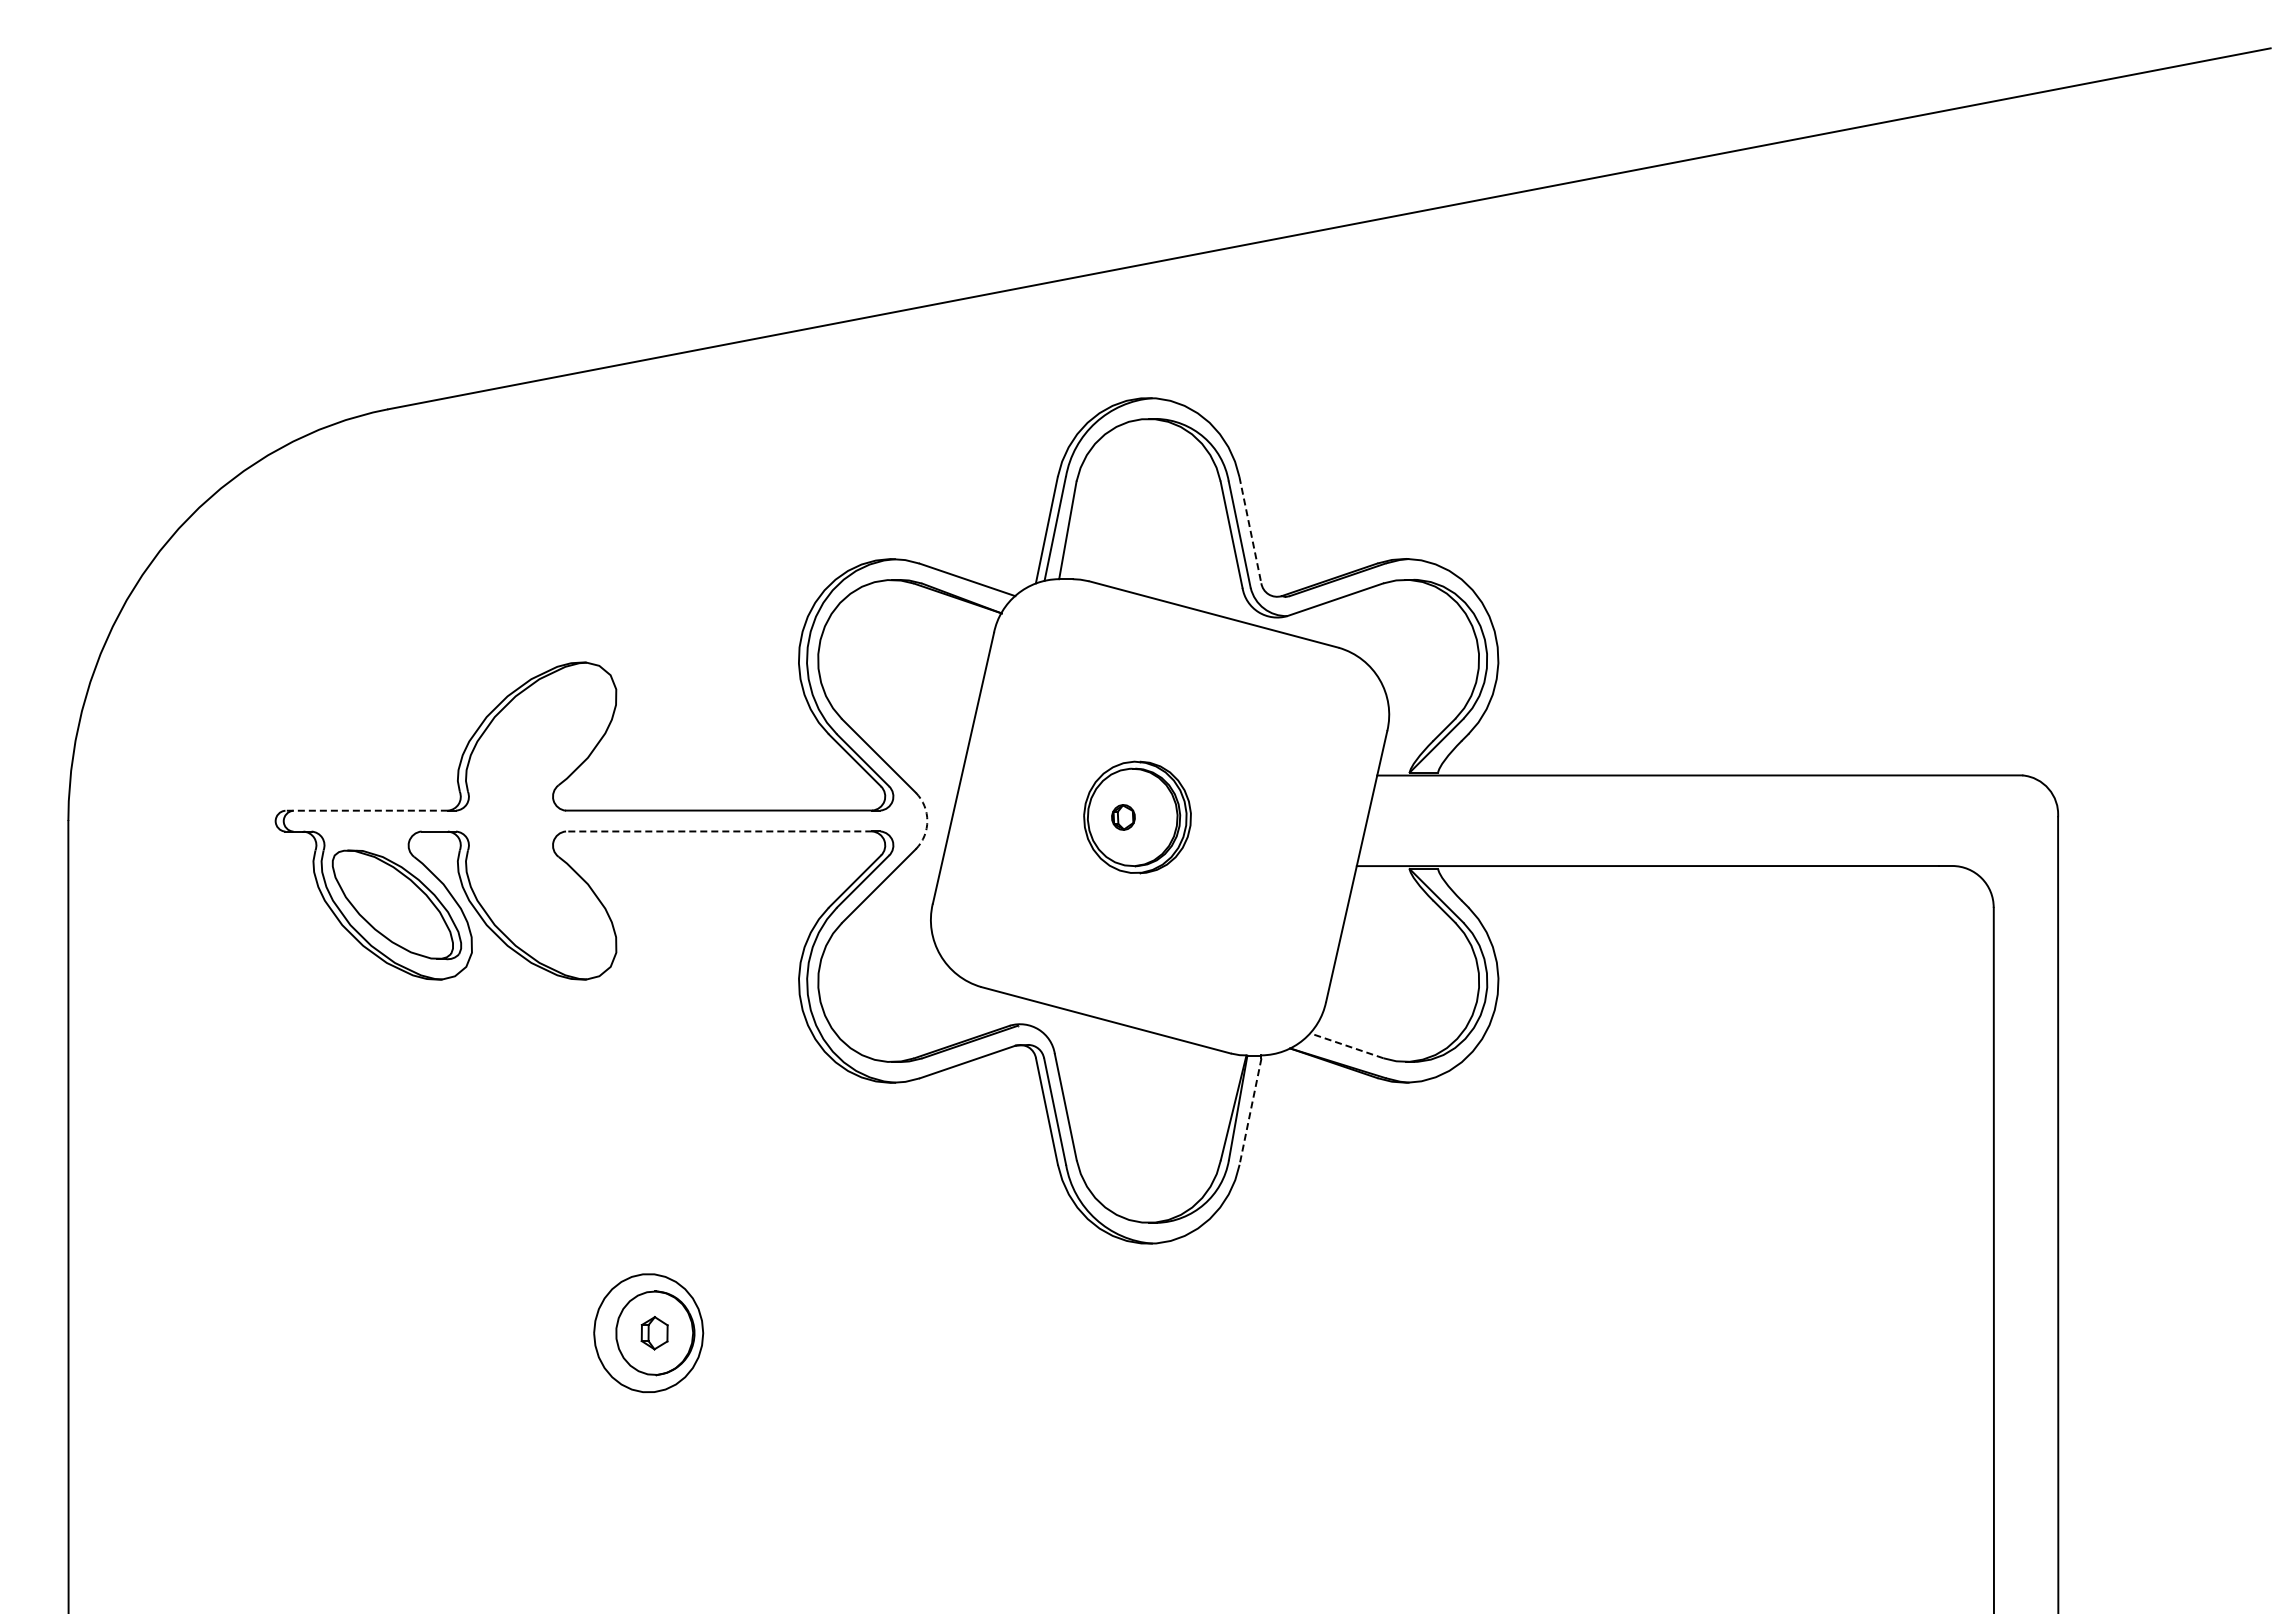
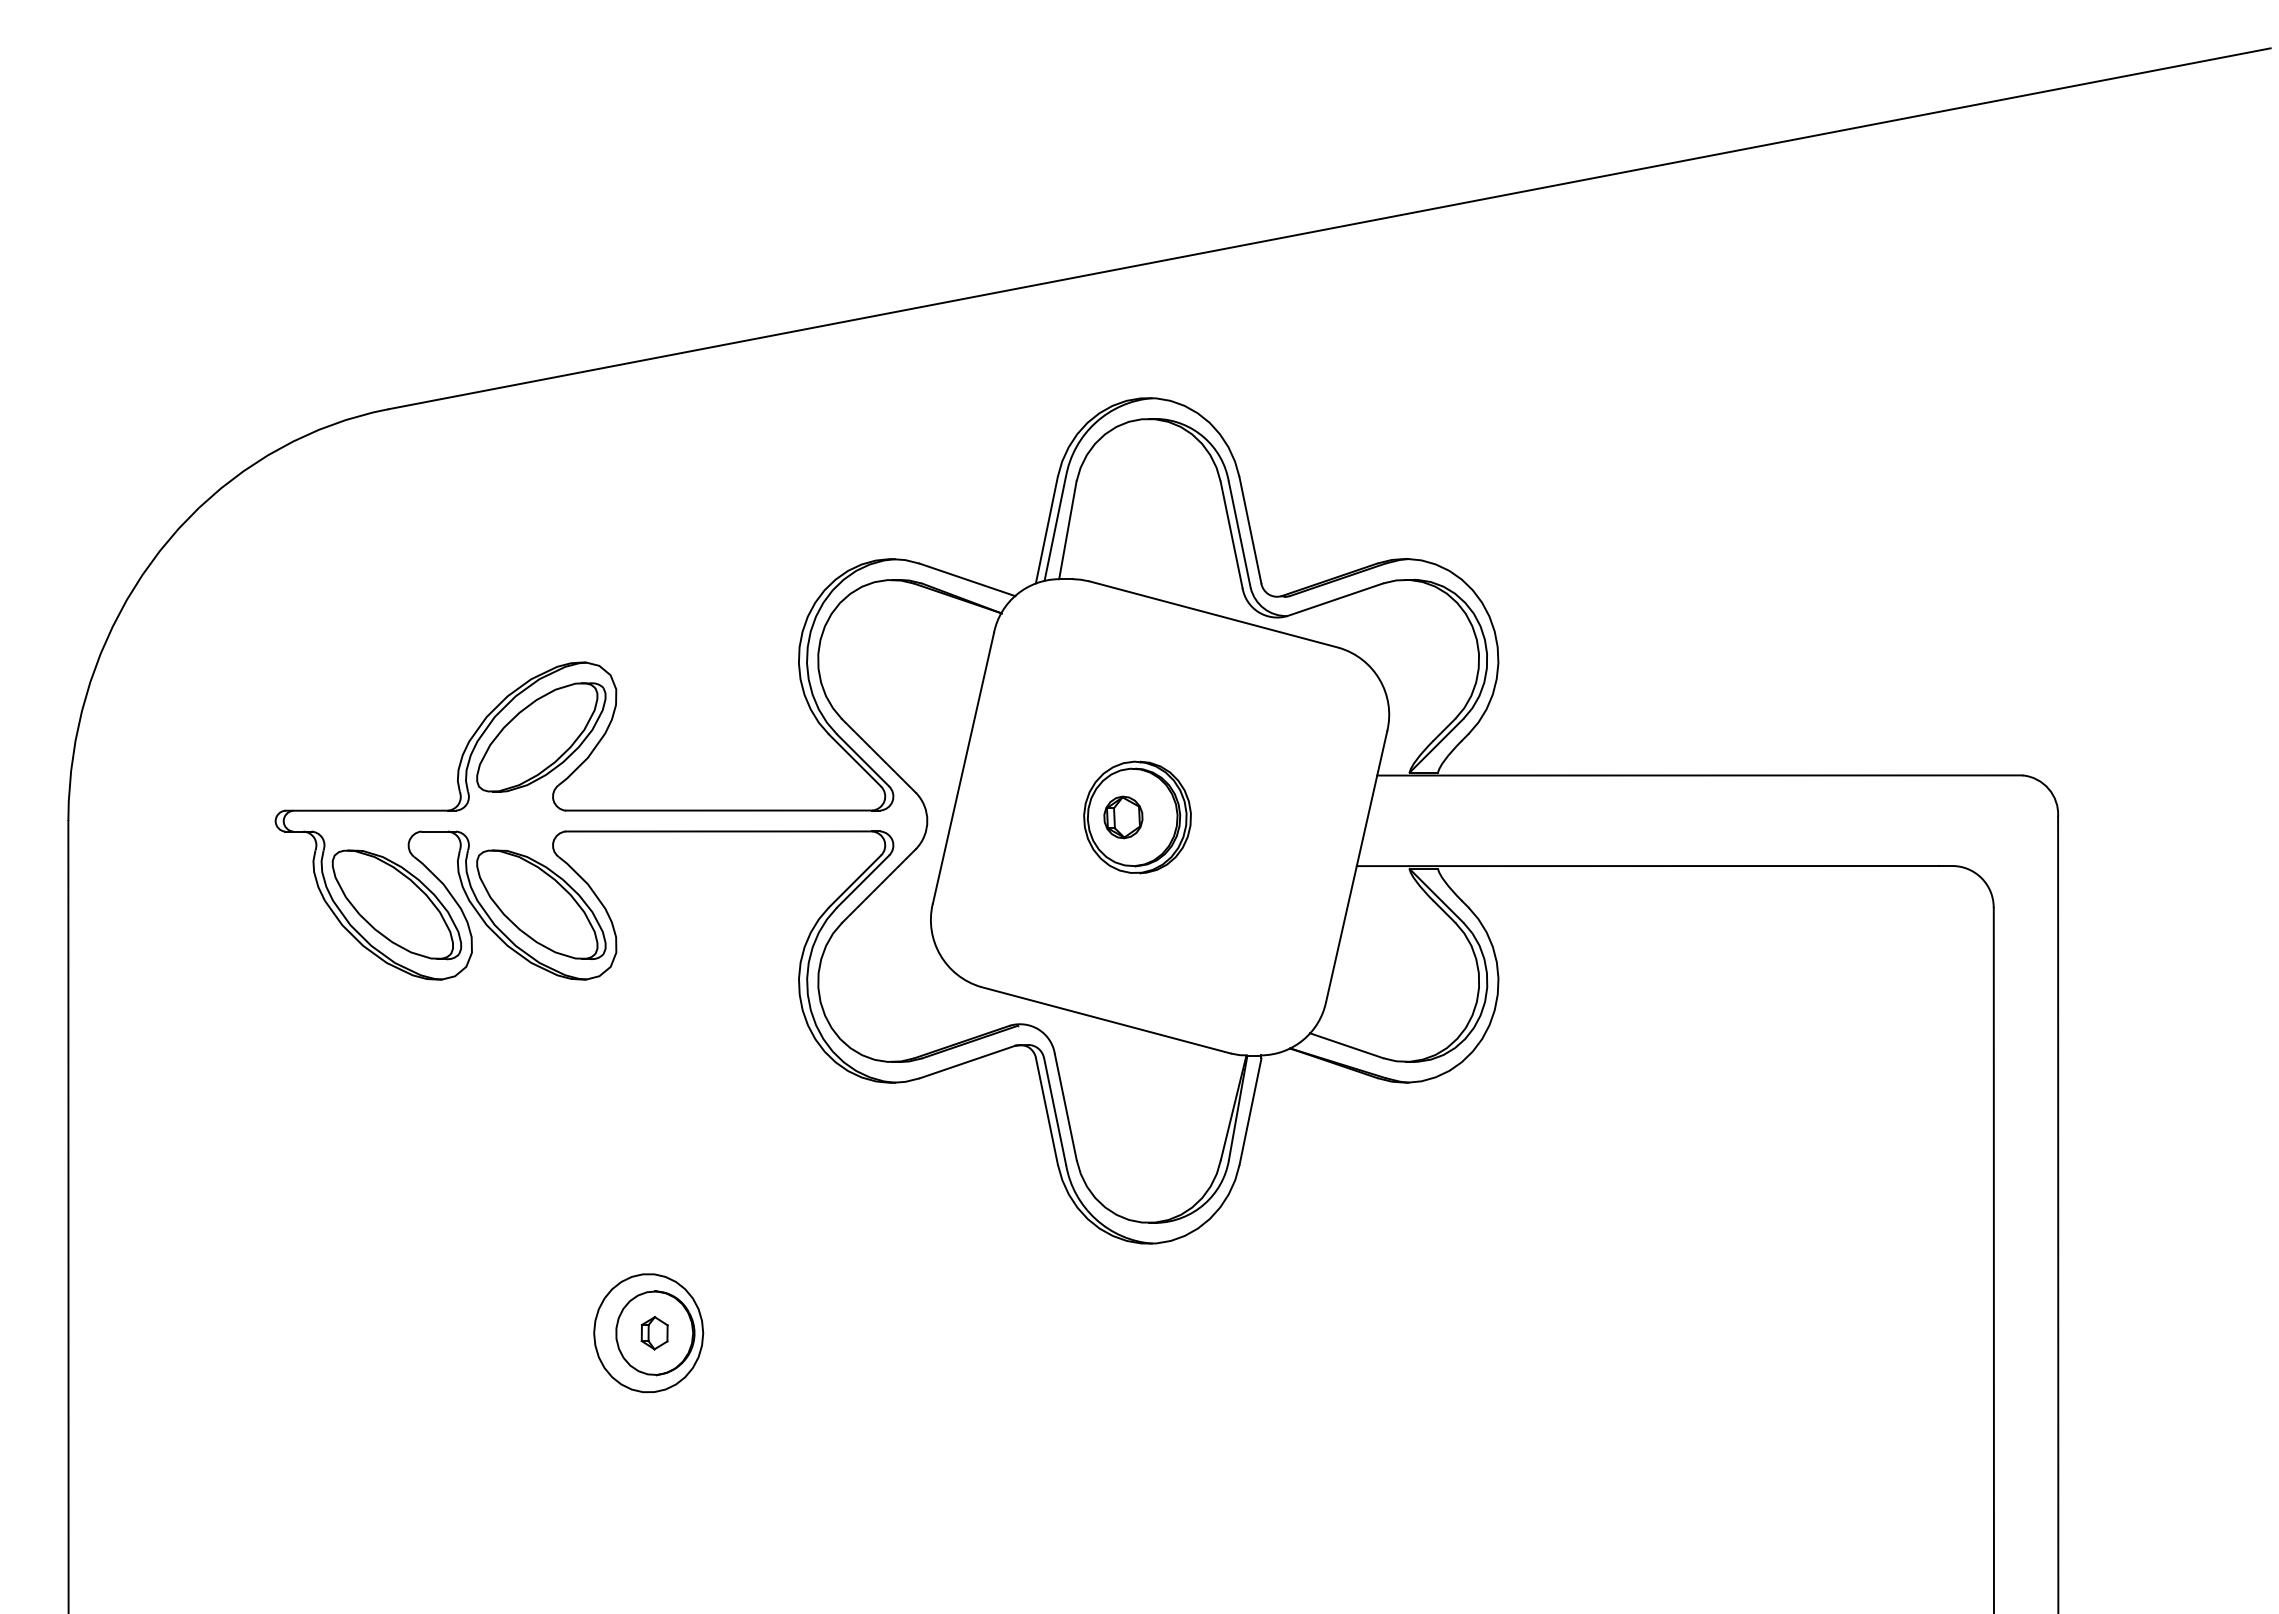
line at (1250, 530): dashed -> solid
part at (541, 737): none -> present
line at (366, 810): dashed -> solid
part at (1123, 817) size: 25x27 px -> 41x45 px
arc at (927, 820): dashed -> solid
line at (718, 831): dashed -> solid
part at (541, 904): none -> present
line at (1346, 1045): dashed -> solid
line at (1250, 1112): dashed -> solid
